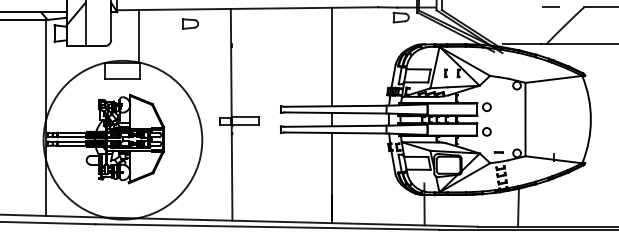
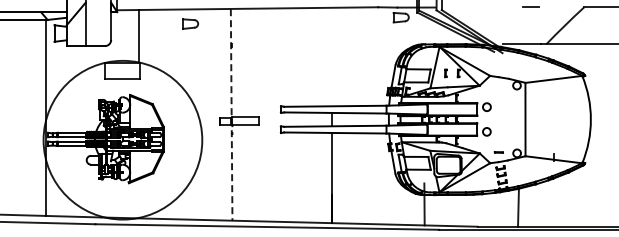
line at (550, 6) position: (550, 6) -> (530, 6)
line at (331, 56): present -> none
line at (231, 114): solid -> dashed
